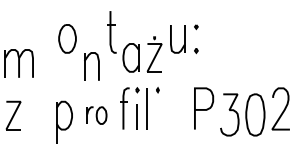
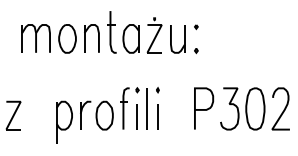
part at (142, 54) position: (142, 54) -> (142, 35)
part at (18, 63) position: (18, 63) -> (35, 38)
part at (91, 66) position: (91, 66) -> (91, 38)
part at (242, 114) position: (242, 114) -> (242, 108)
part at (96, 115) size: 22x19 px -> 34x31 px
line at (157, 116): none -> present
